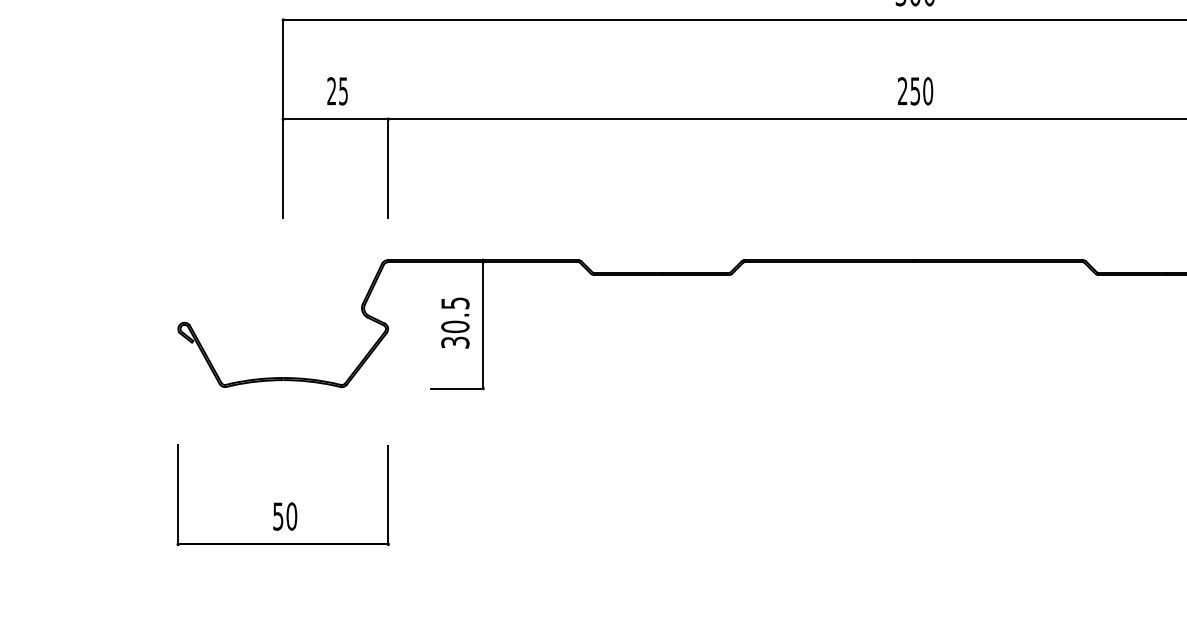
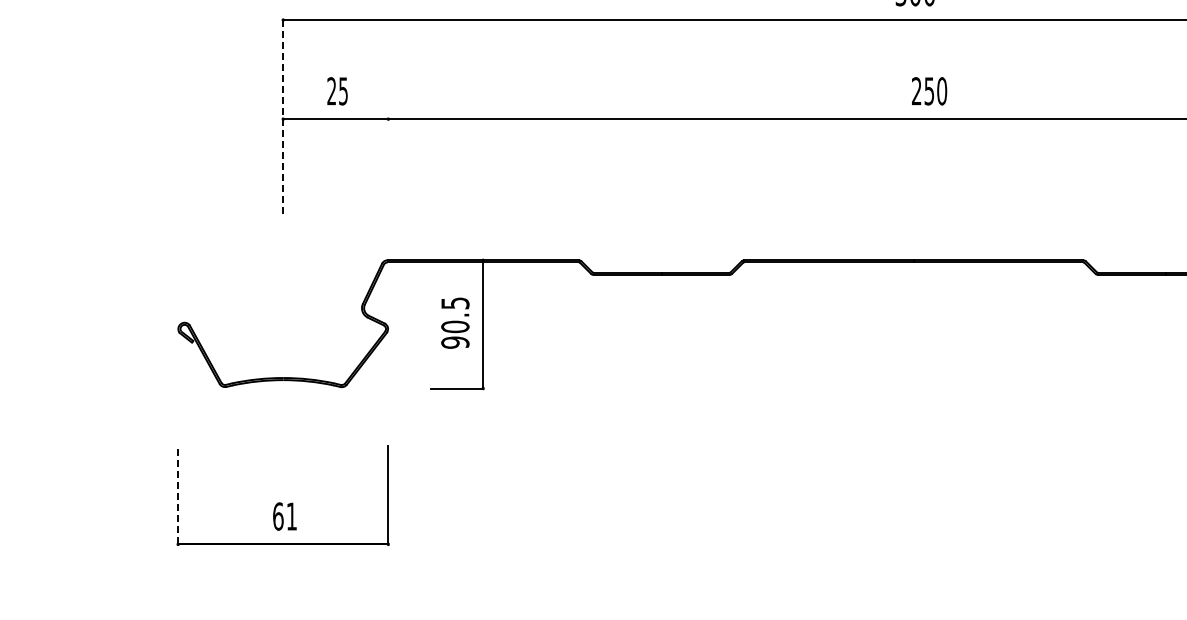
text at (915, 91) position: (915, 91) -> (929, 91)
line at (283, 119): solid -> dashed
line at (388, 168): present -> none
text at (455, 342): 30.5 -> 90.5
line at (178, 494): solid -> dashed
text at (285, 516): 50 -> 61
